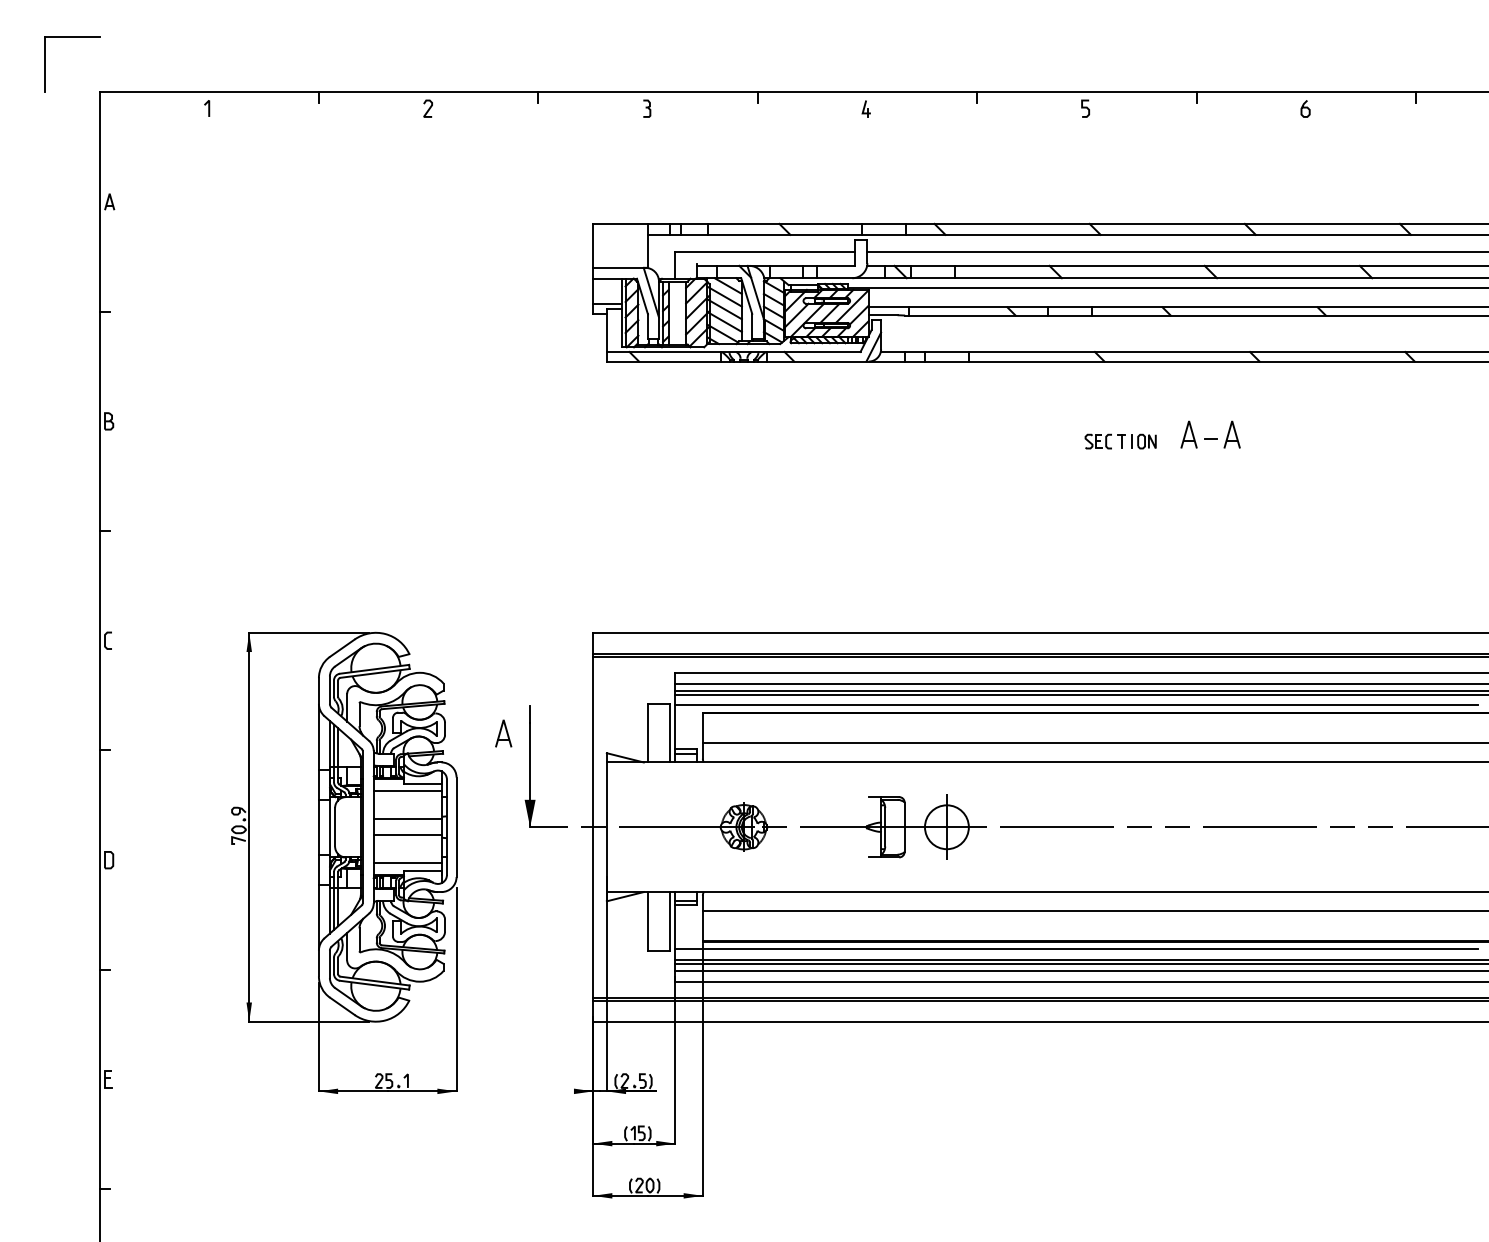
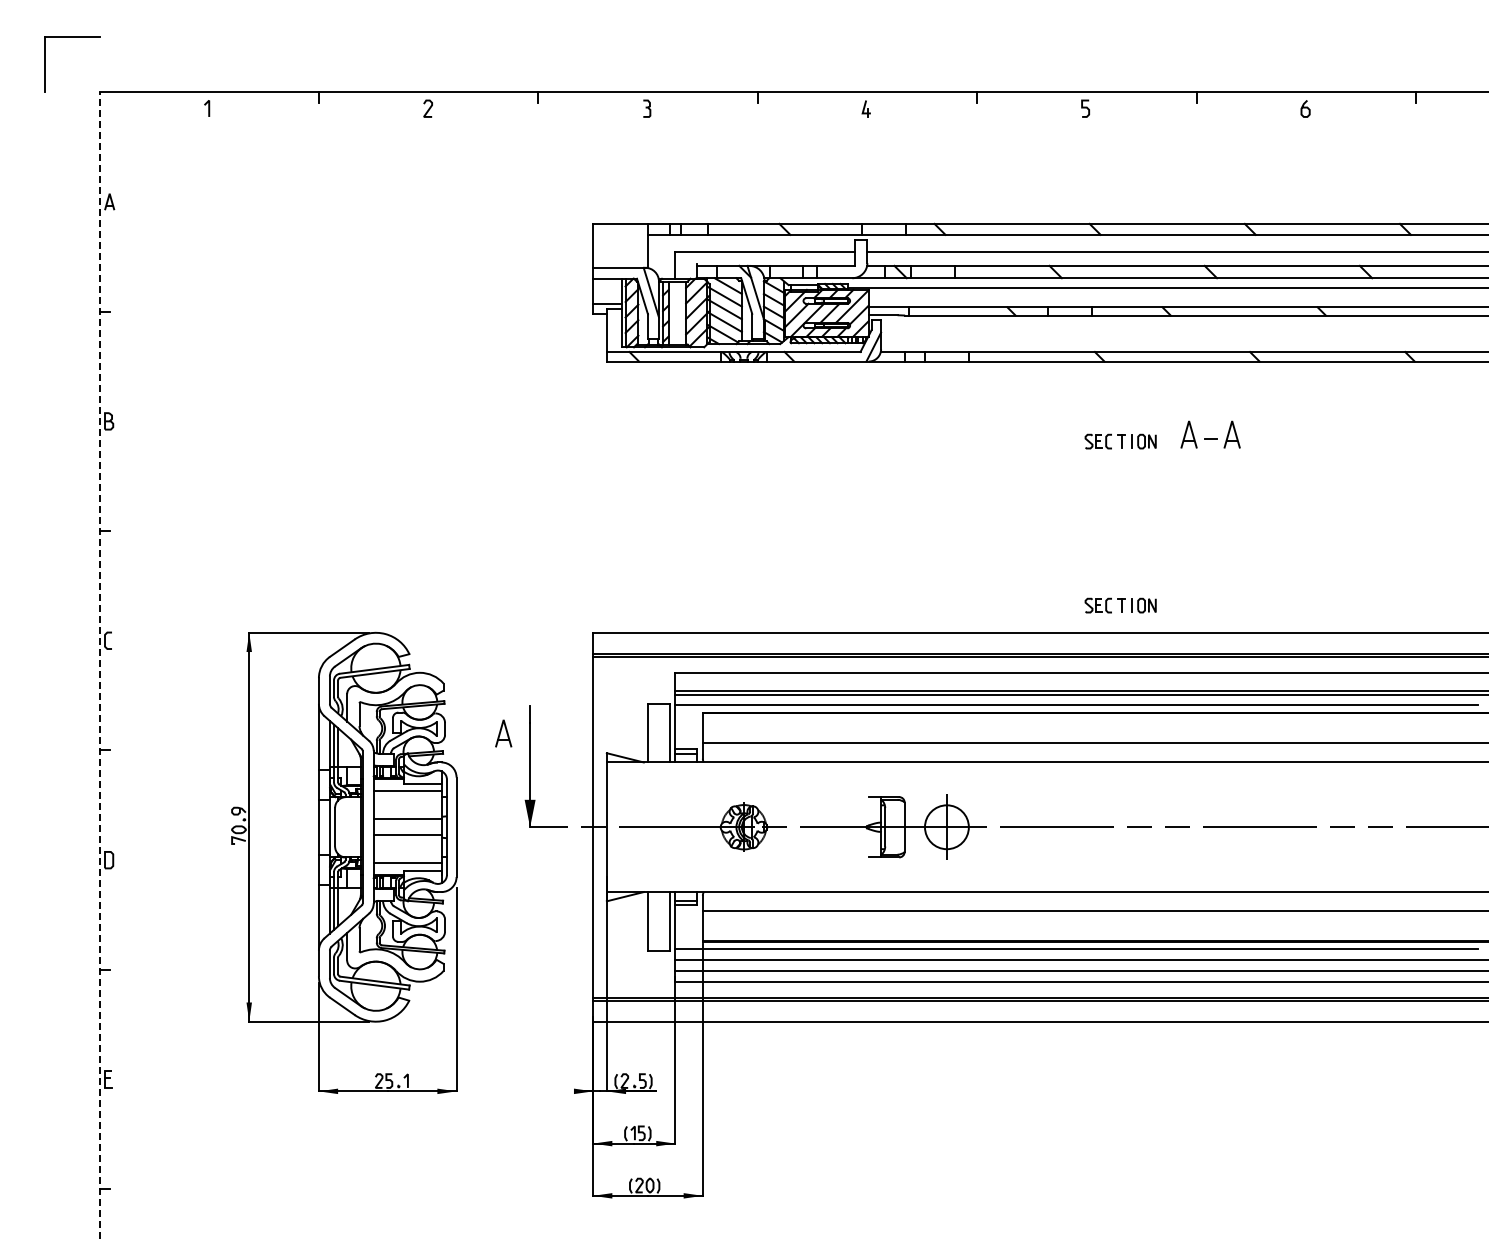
part at (1120, 605): none -> present
line at (99, 666): solid -> dashed
line at (1080, 683): present -> none
line at (1080, 963): present -> none
